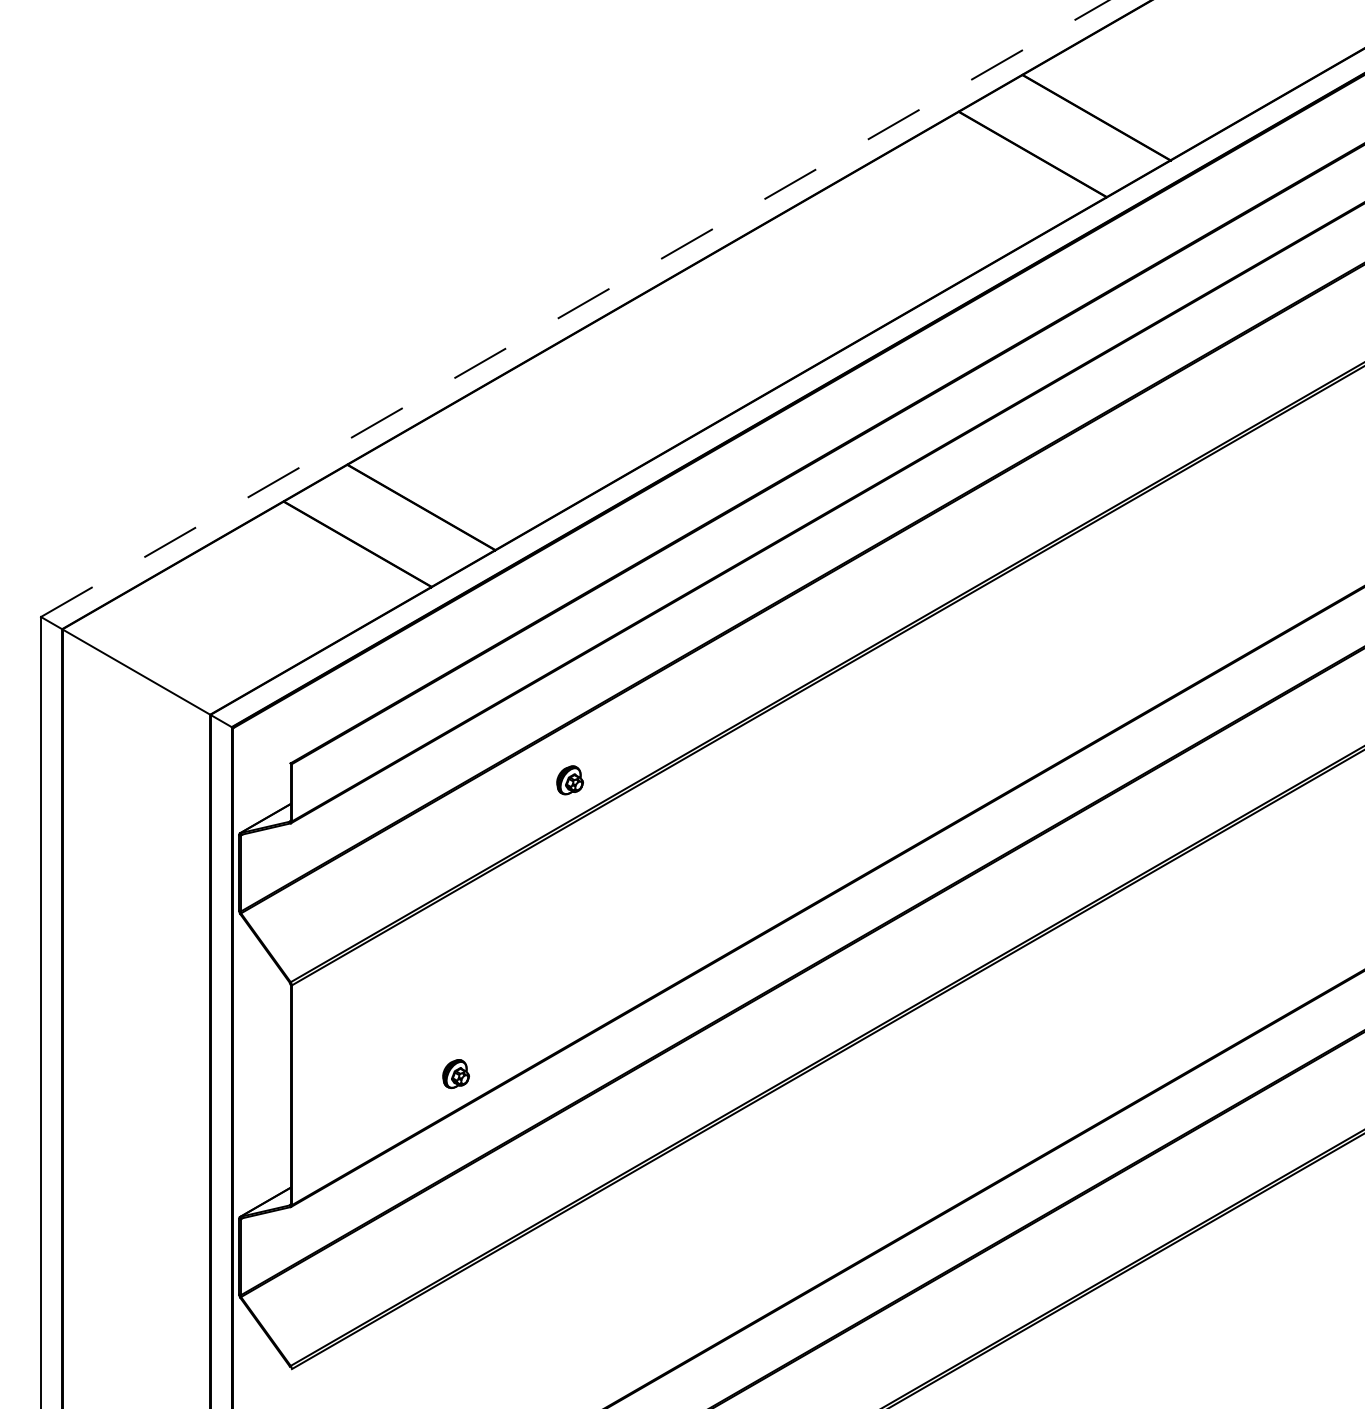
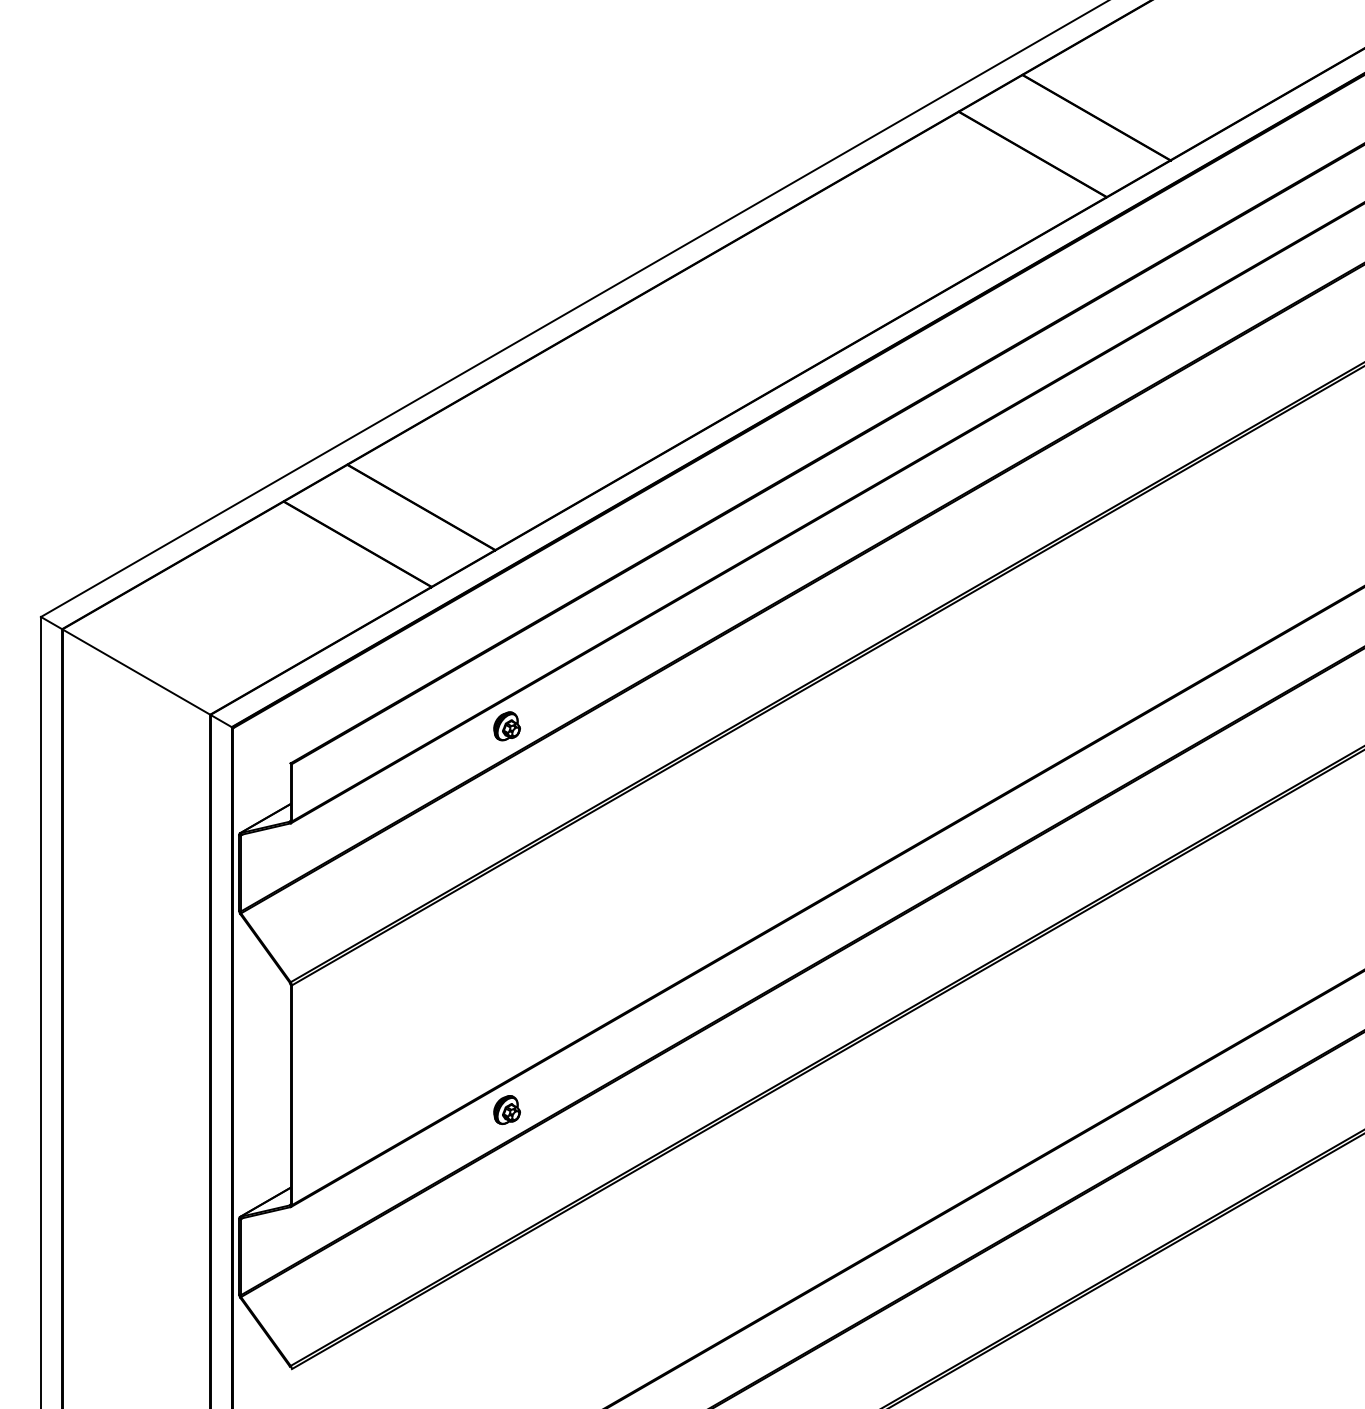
line at (575, 308): dashed -> solid
part at (569, 780) position: (569, 780) -> (506, 726)
part at (455, 1073) position: (455, 1073) -> (506, 1109)
